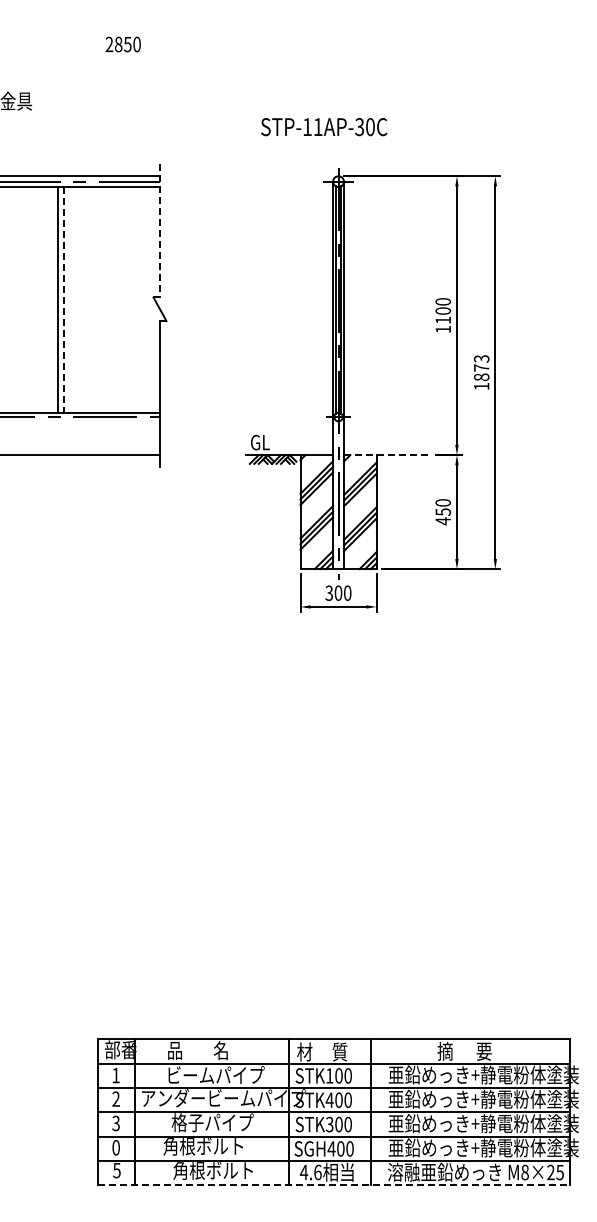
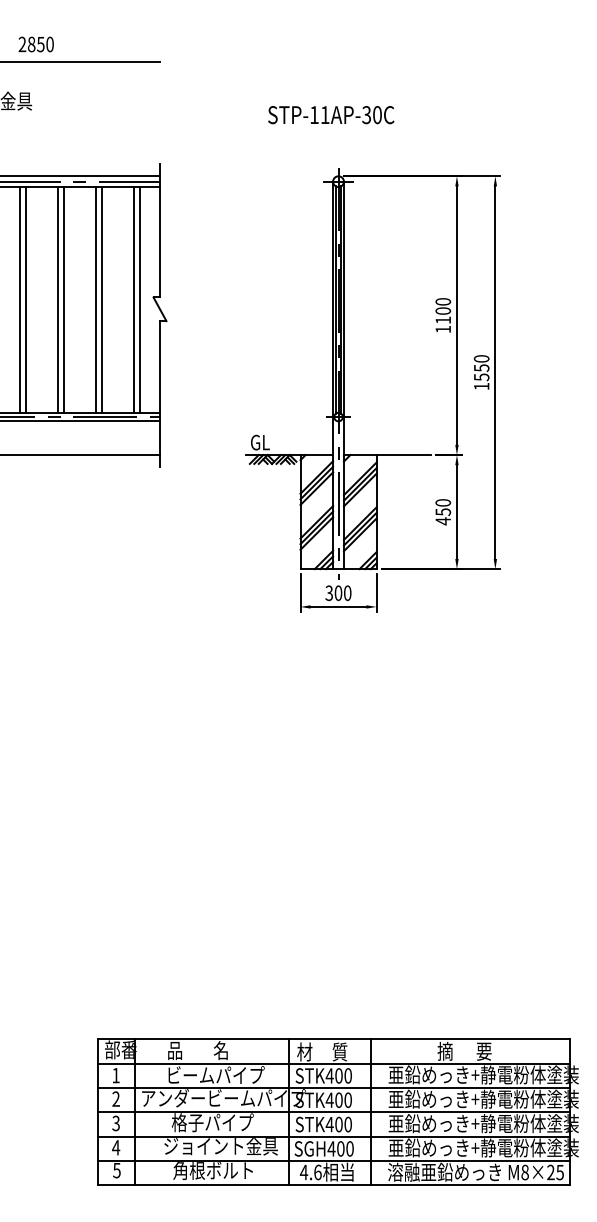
text at (122, 44) position: (122, 44) -> (35, 44)
line at (81, 62): none -> present
text at (324, 127) position: (324, 127) -> (331, 115)
line at (160, 230): dashed -> solid
line at (20, 299): none -> present
line at (25, 299): none -> present
line at (63, 299): dashed -> solid
line at (96, 299): none -> present
line at (101, 299): none -> present
line at (134, 299): none -> present
line at (139, 299): none -> present
text at (481, 368): 1873 -> 1550
line at (81, 421): none -> present
line at (387, 455): dashed -> solid
text at (329, 1075): STK100 -> STK400
text at (329, 1124): STK300 -> STK400
text at (220, 1146): 角根ボルト -> ジョイント金具
text at (116, 1147): 0 -> 4
line at (334, 1185): dashed -> solid
